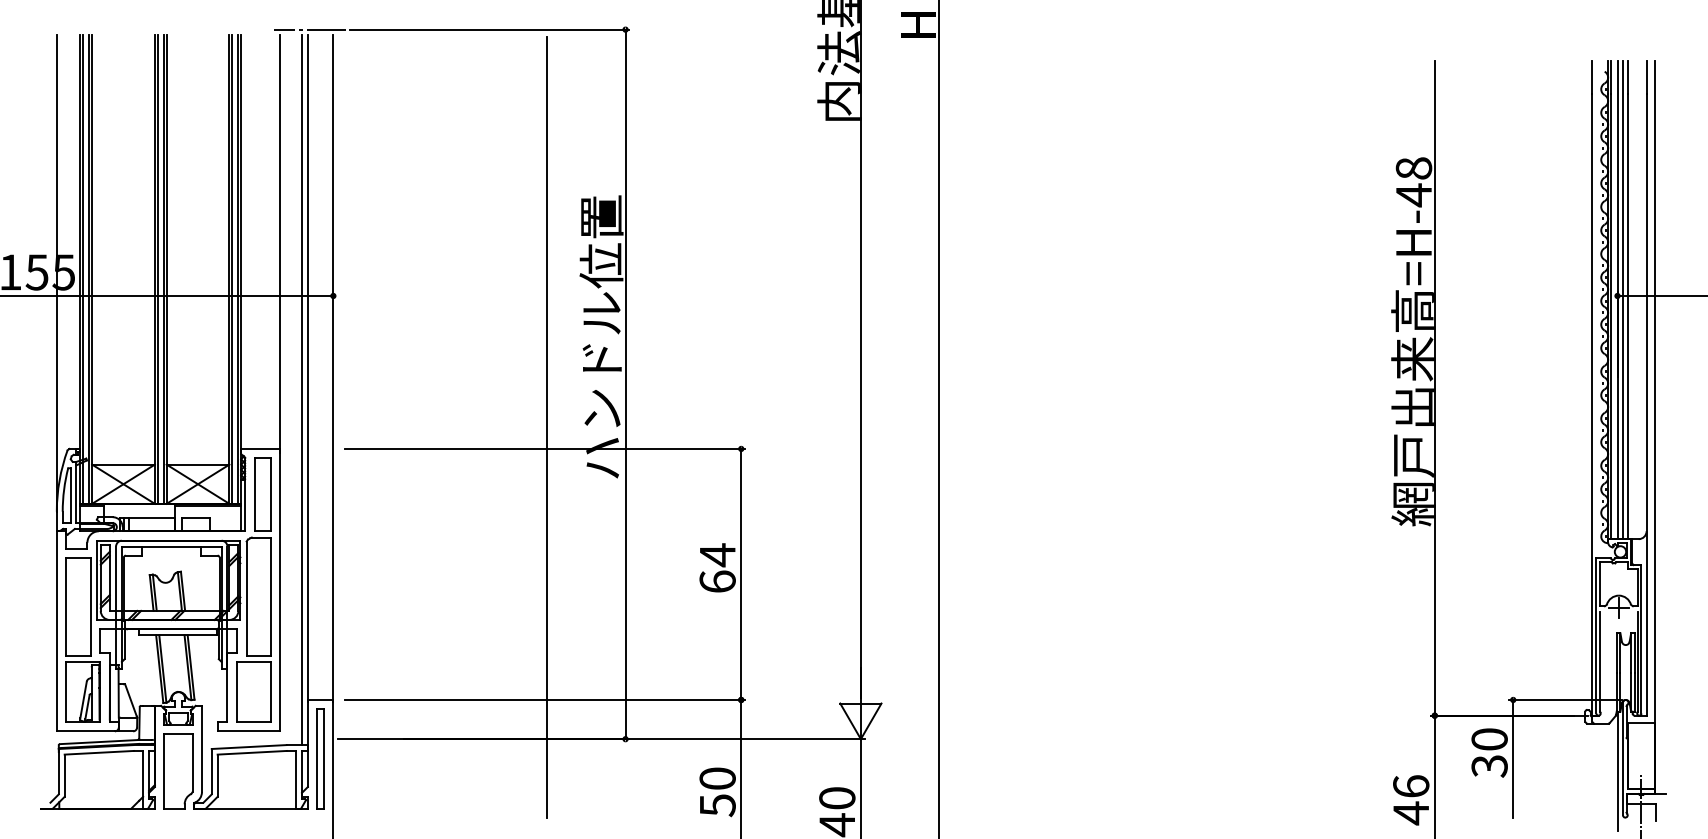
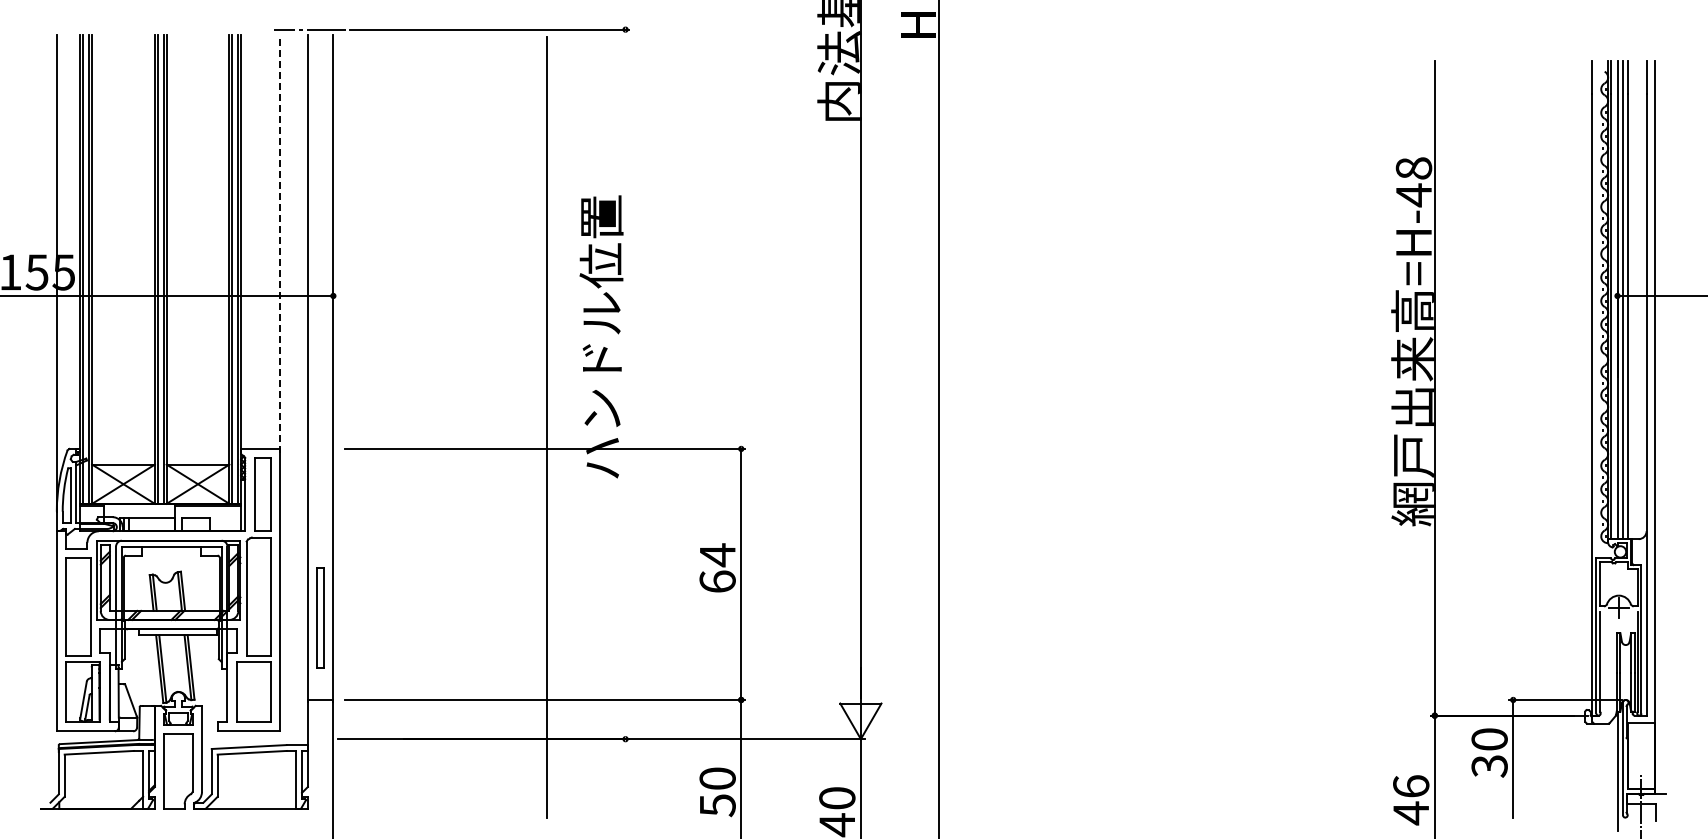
line at (280, 244): solid -> dashed
line at (625, 384): present -> none
line at (301, 390): present -> none
part at (320, 758) position: (320, 758) -> (320, 617)
